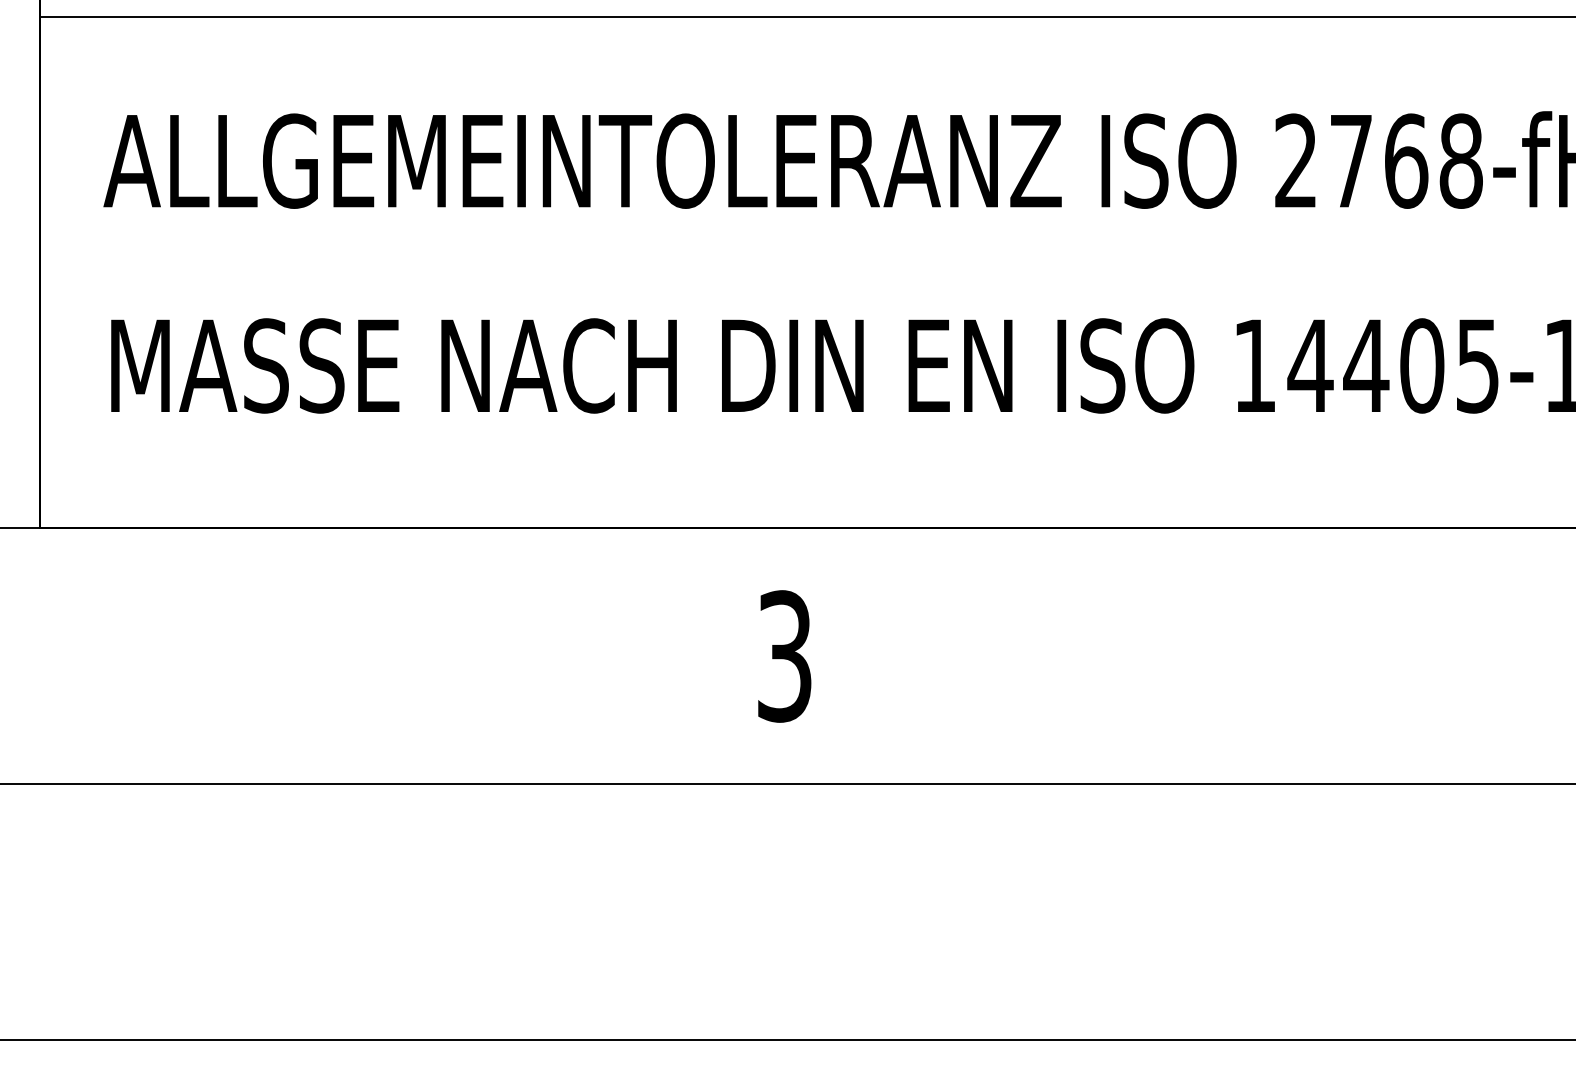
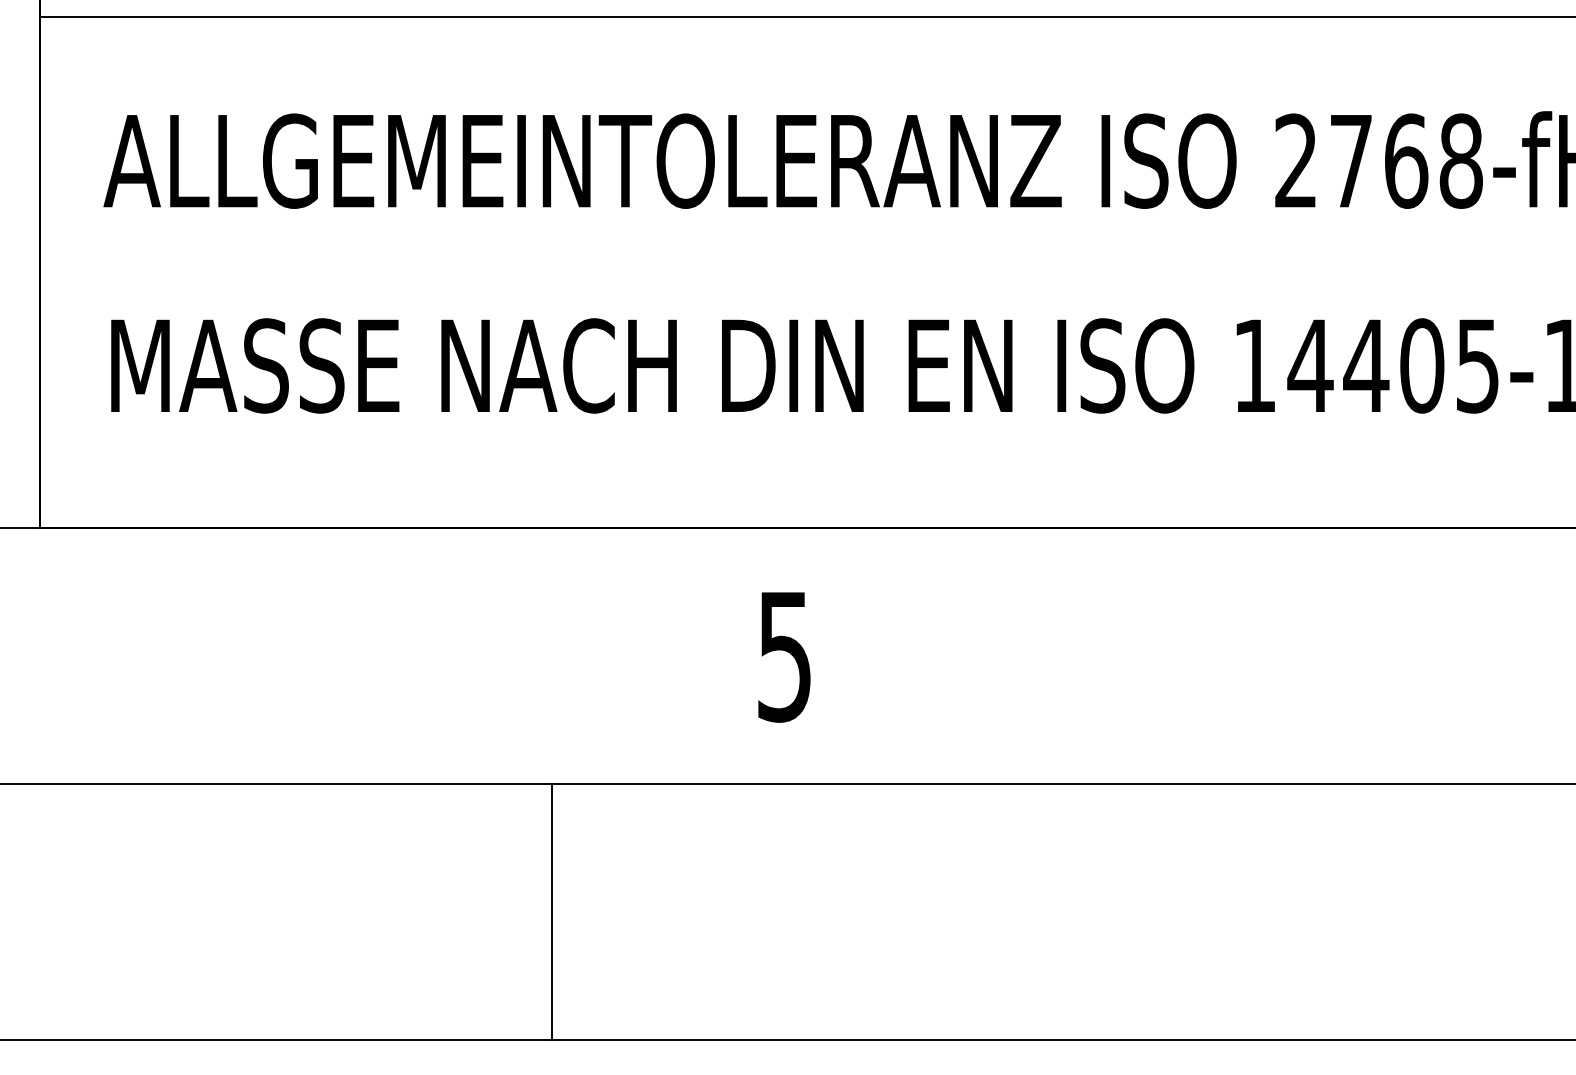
text at (784, 656): 3 -> 5
line at (551, 912): none -> present
